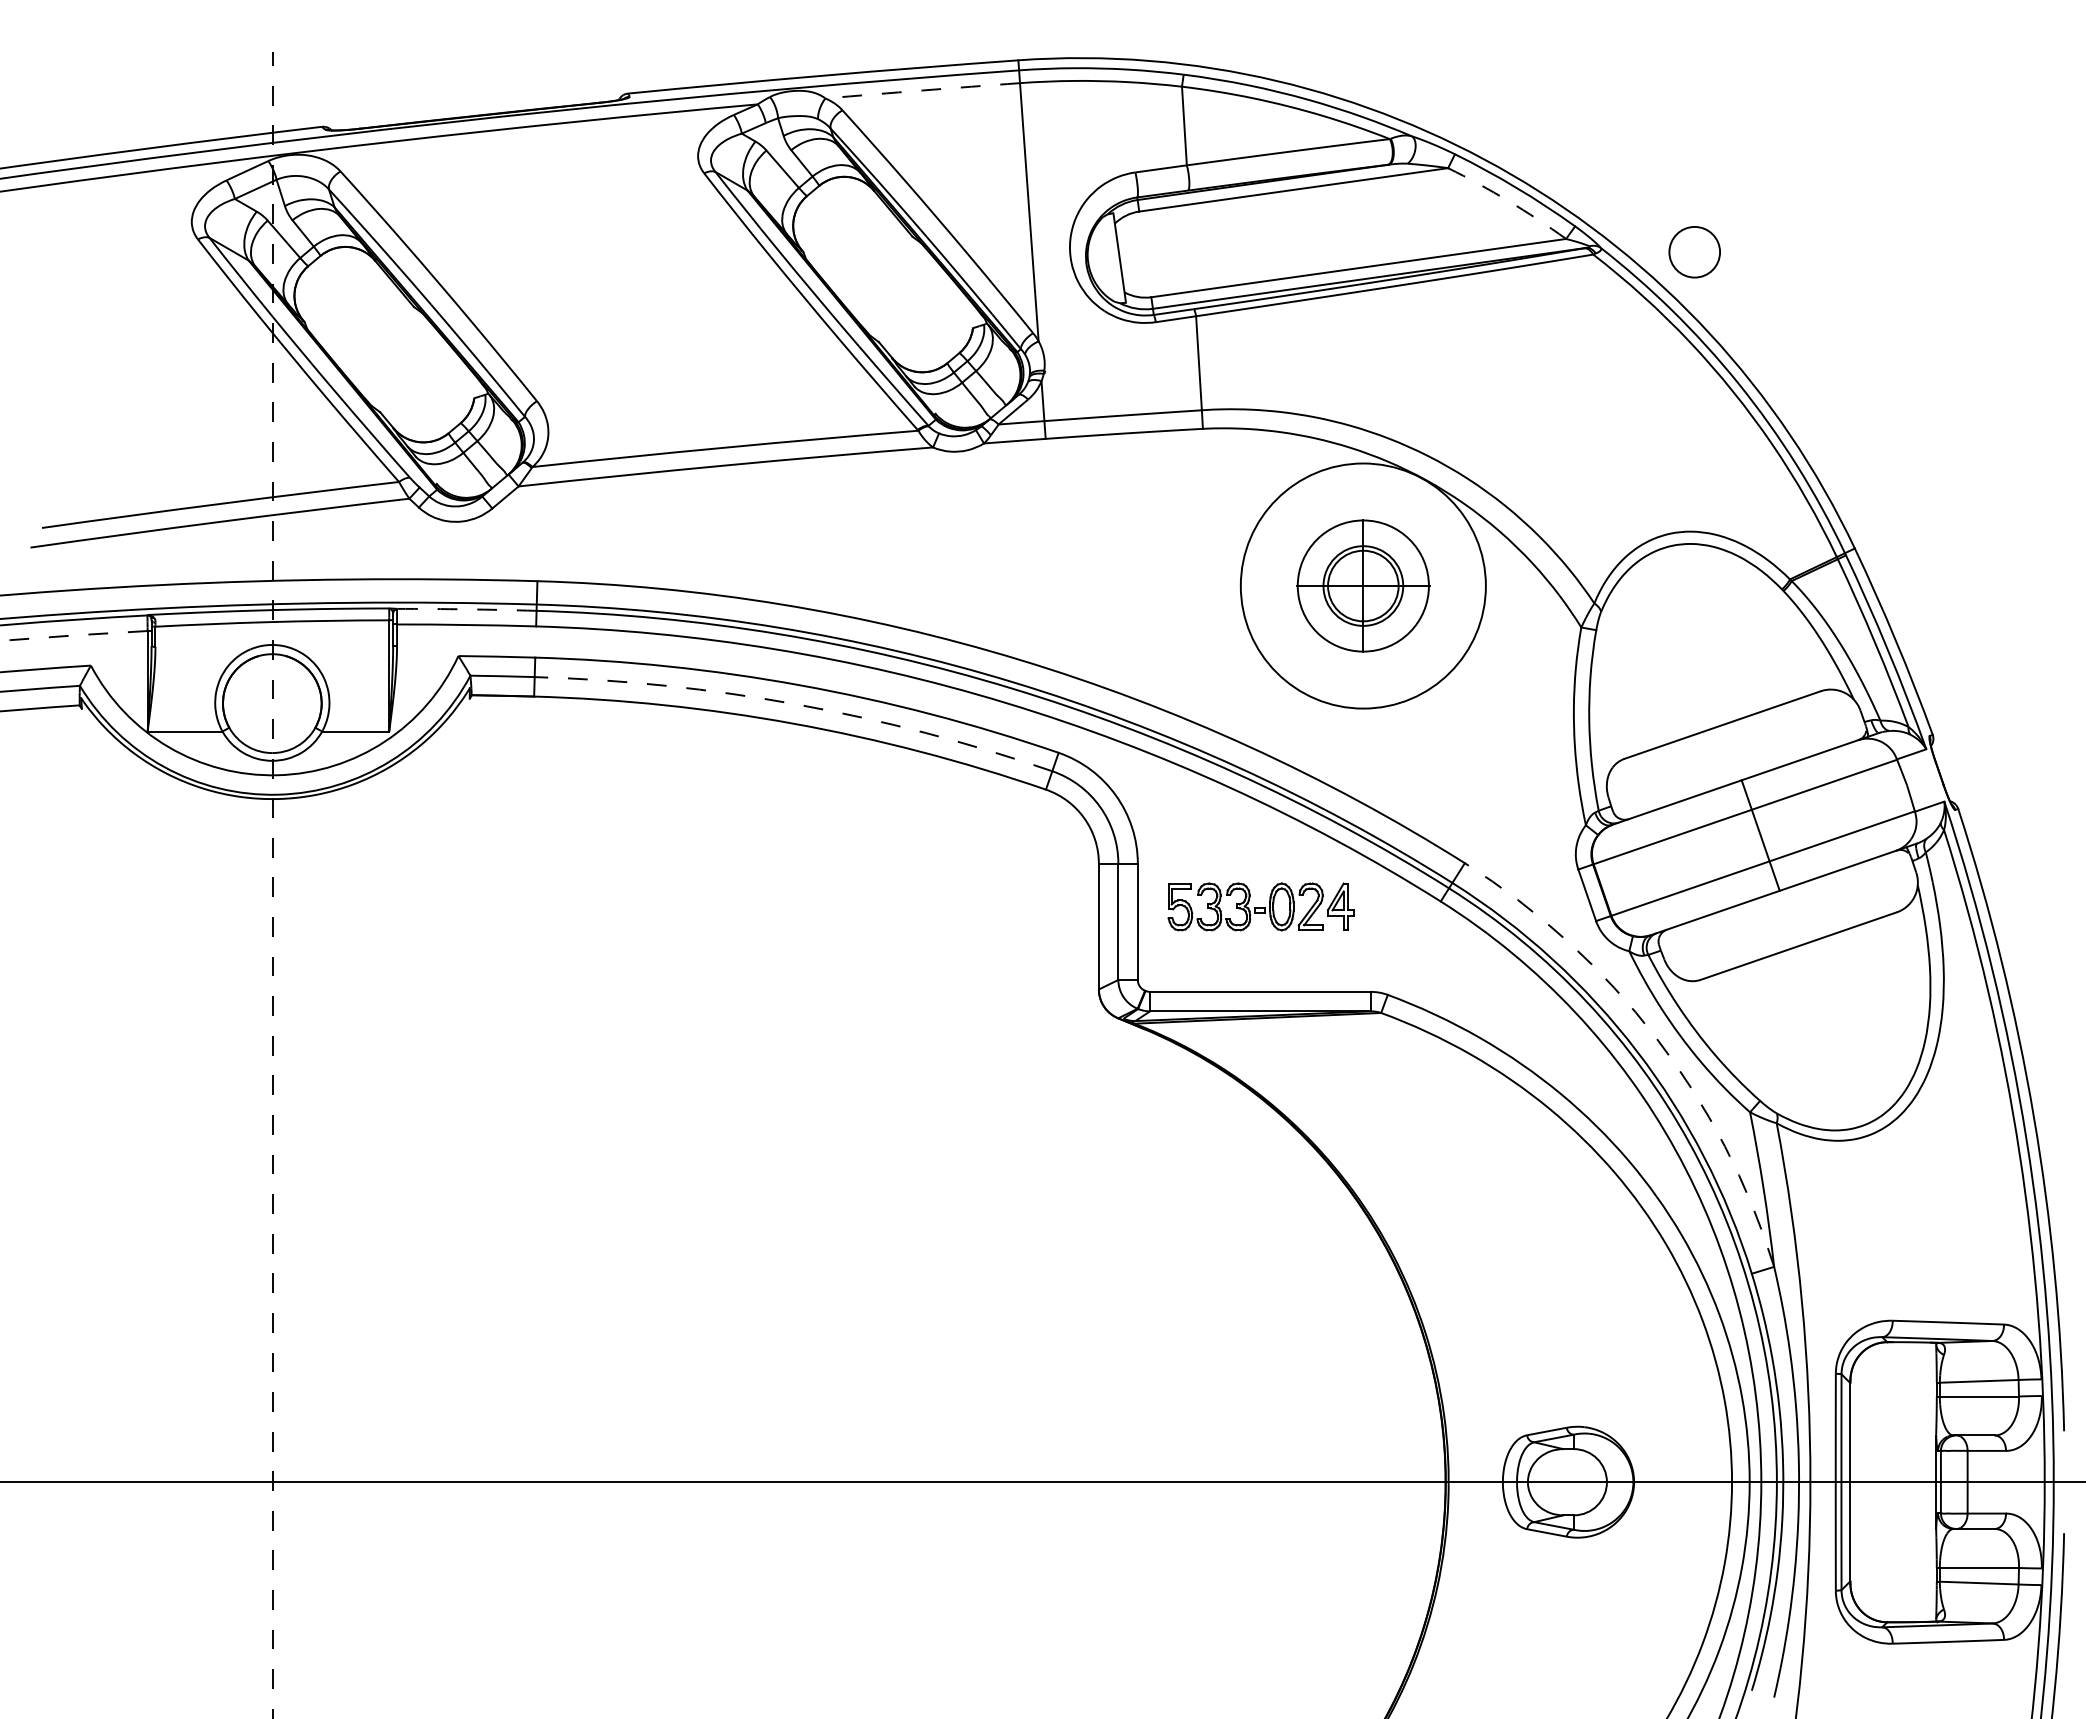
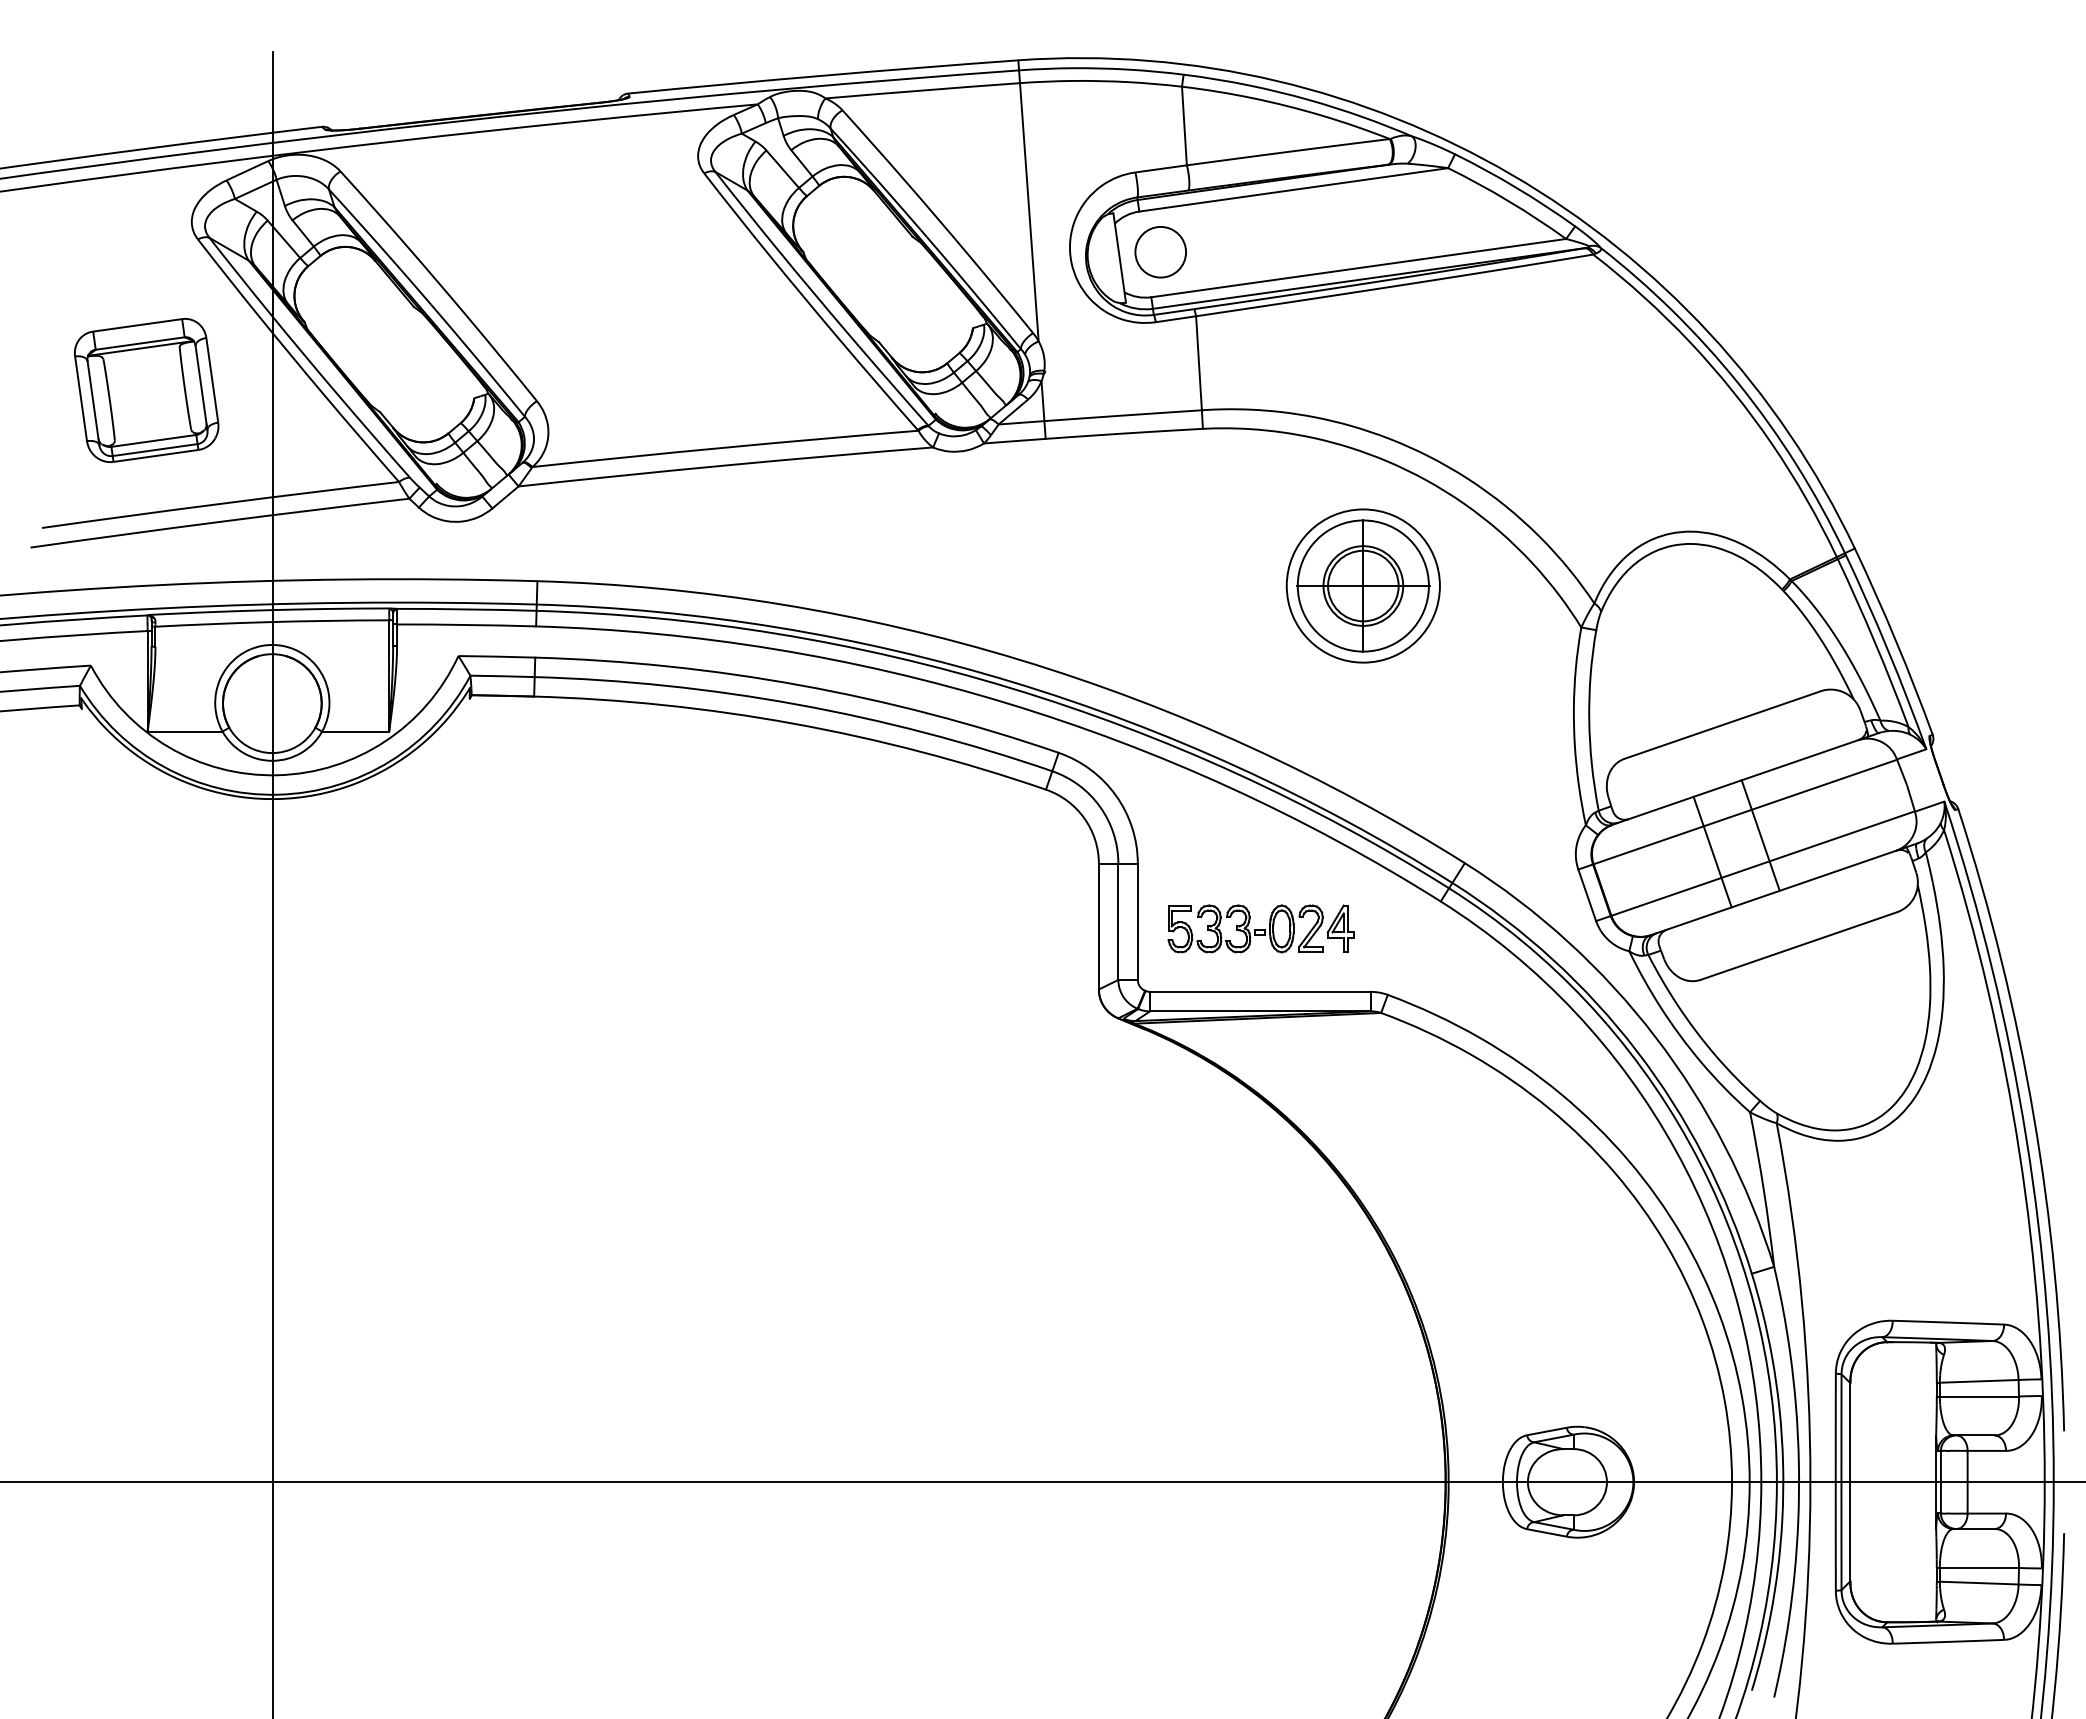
arc at (922, 90): dashed -> solid
arc at (1508, 201): dashed -> solid
circle at (1694, 252) position: (1694, 252) -> (1160, 252)
part at (146, 390): none -> present
circle at (1362, 585) diameter: 245 px -> 153 px
arc at (466, 609): dashed -> solid
arc at (74, 635): dashed -> solid
arc at (797, 704): dashed -> solid
line at (1712, 851): none -> present
line at (272, 884): dashed -> solid
part at (1260, 906) position: (1260, 906) -> (1260, 928)
arc at (1655, 1037): dashed -> solid
